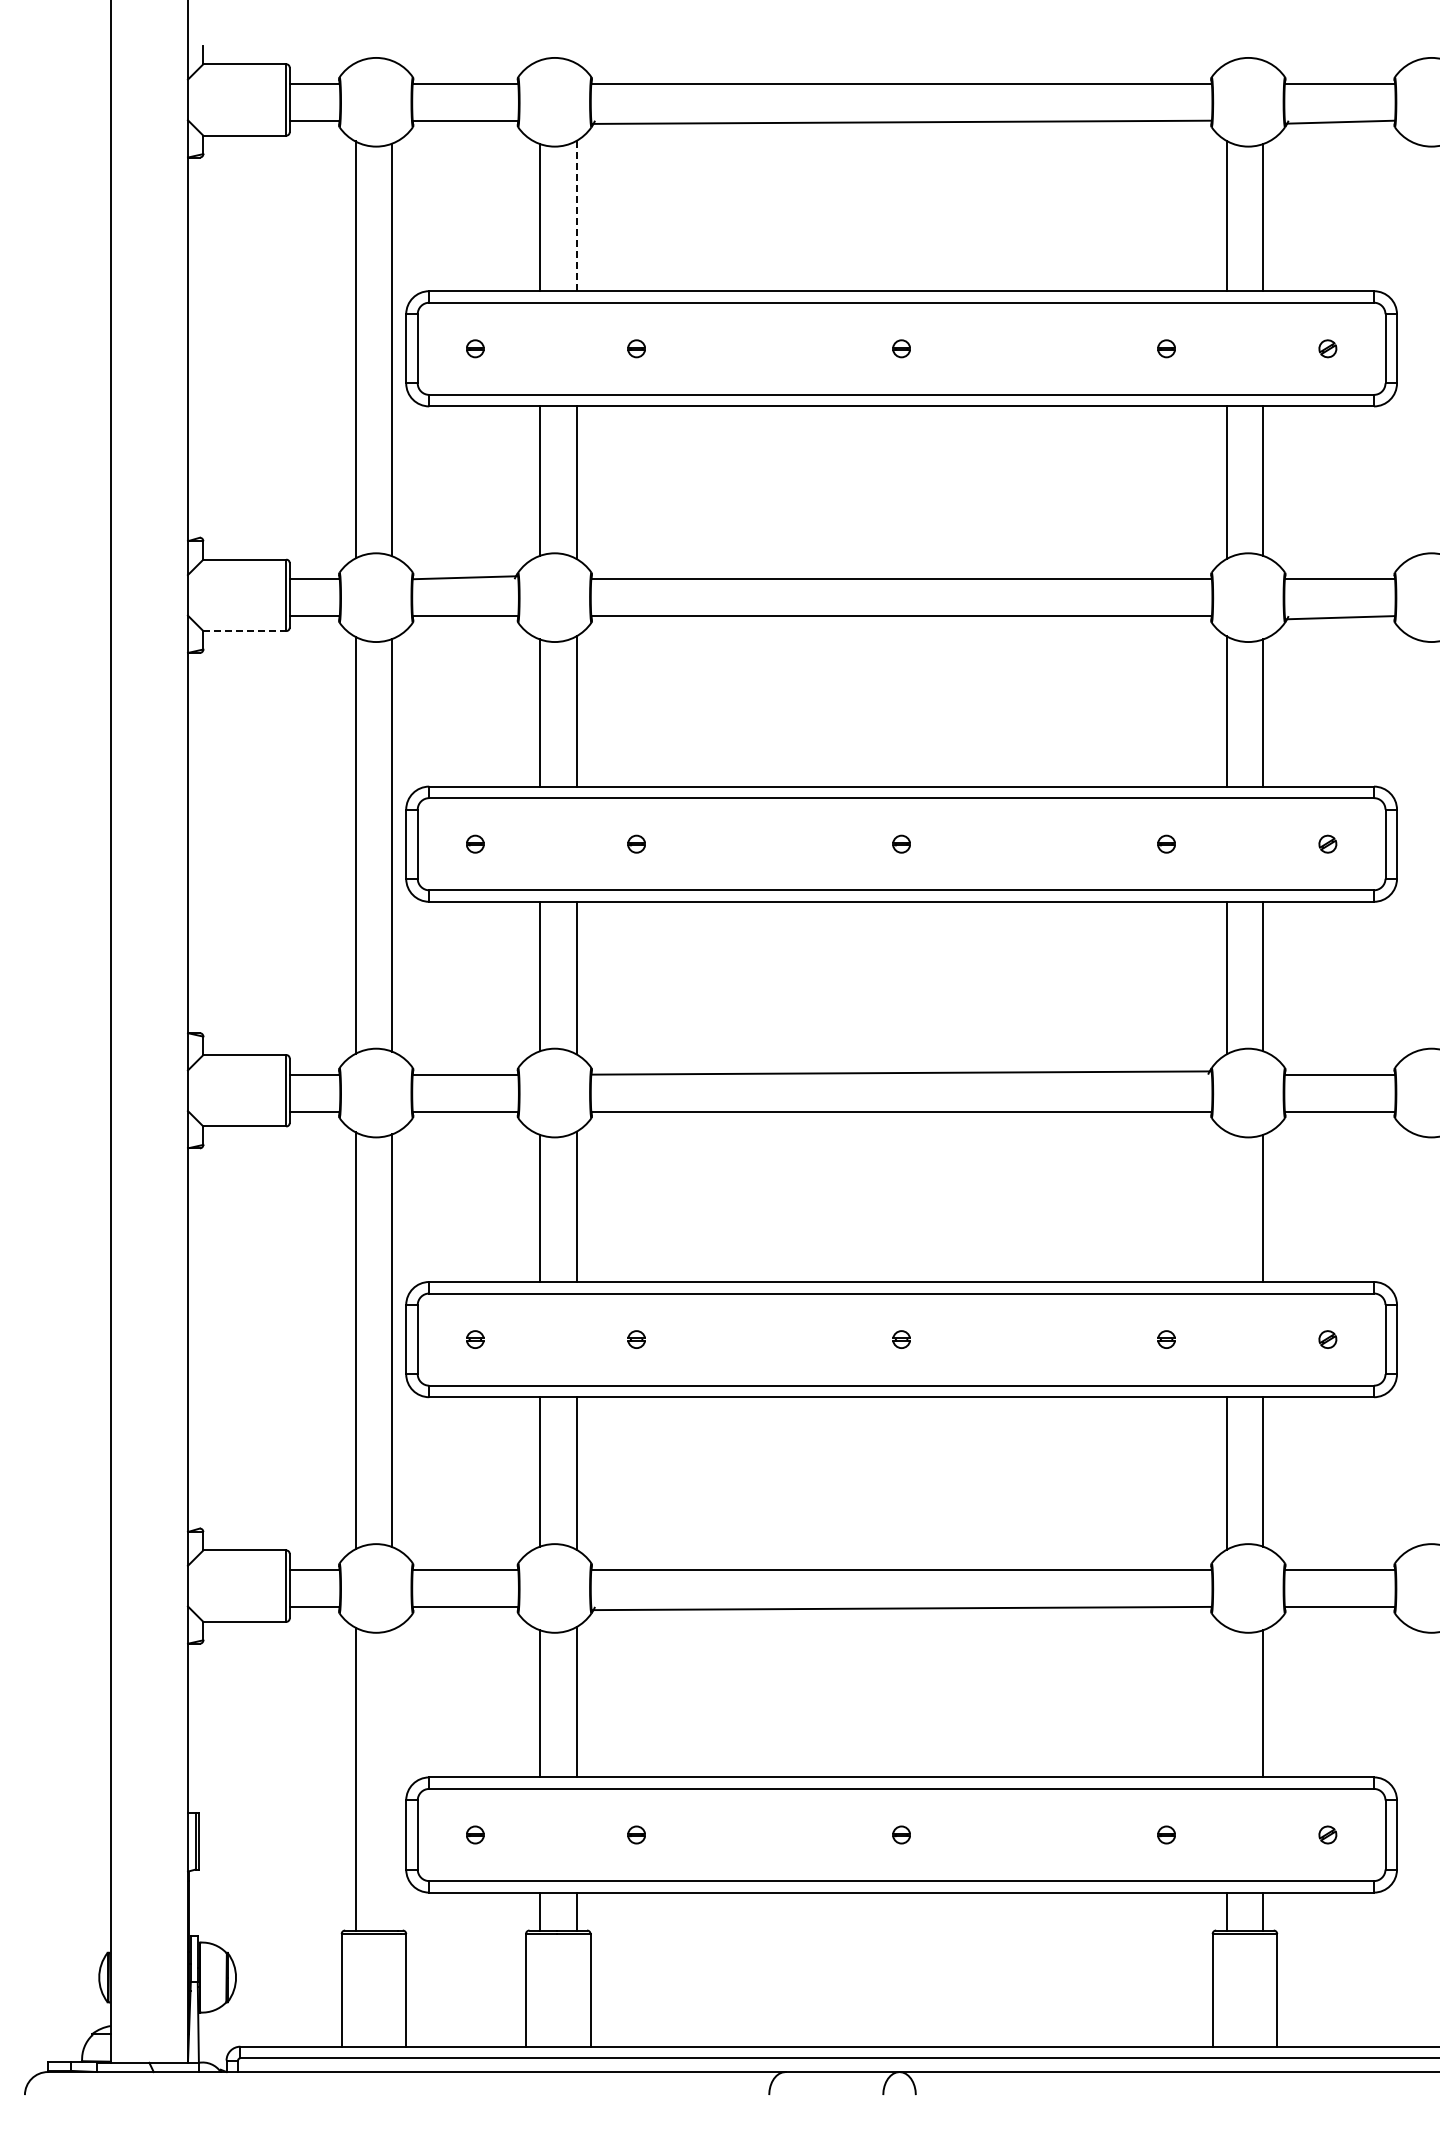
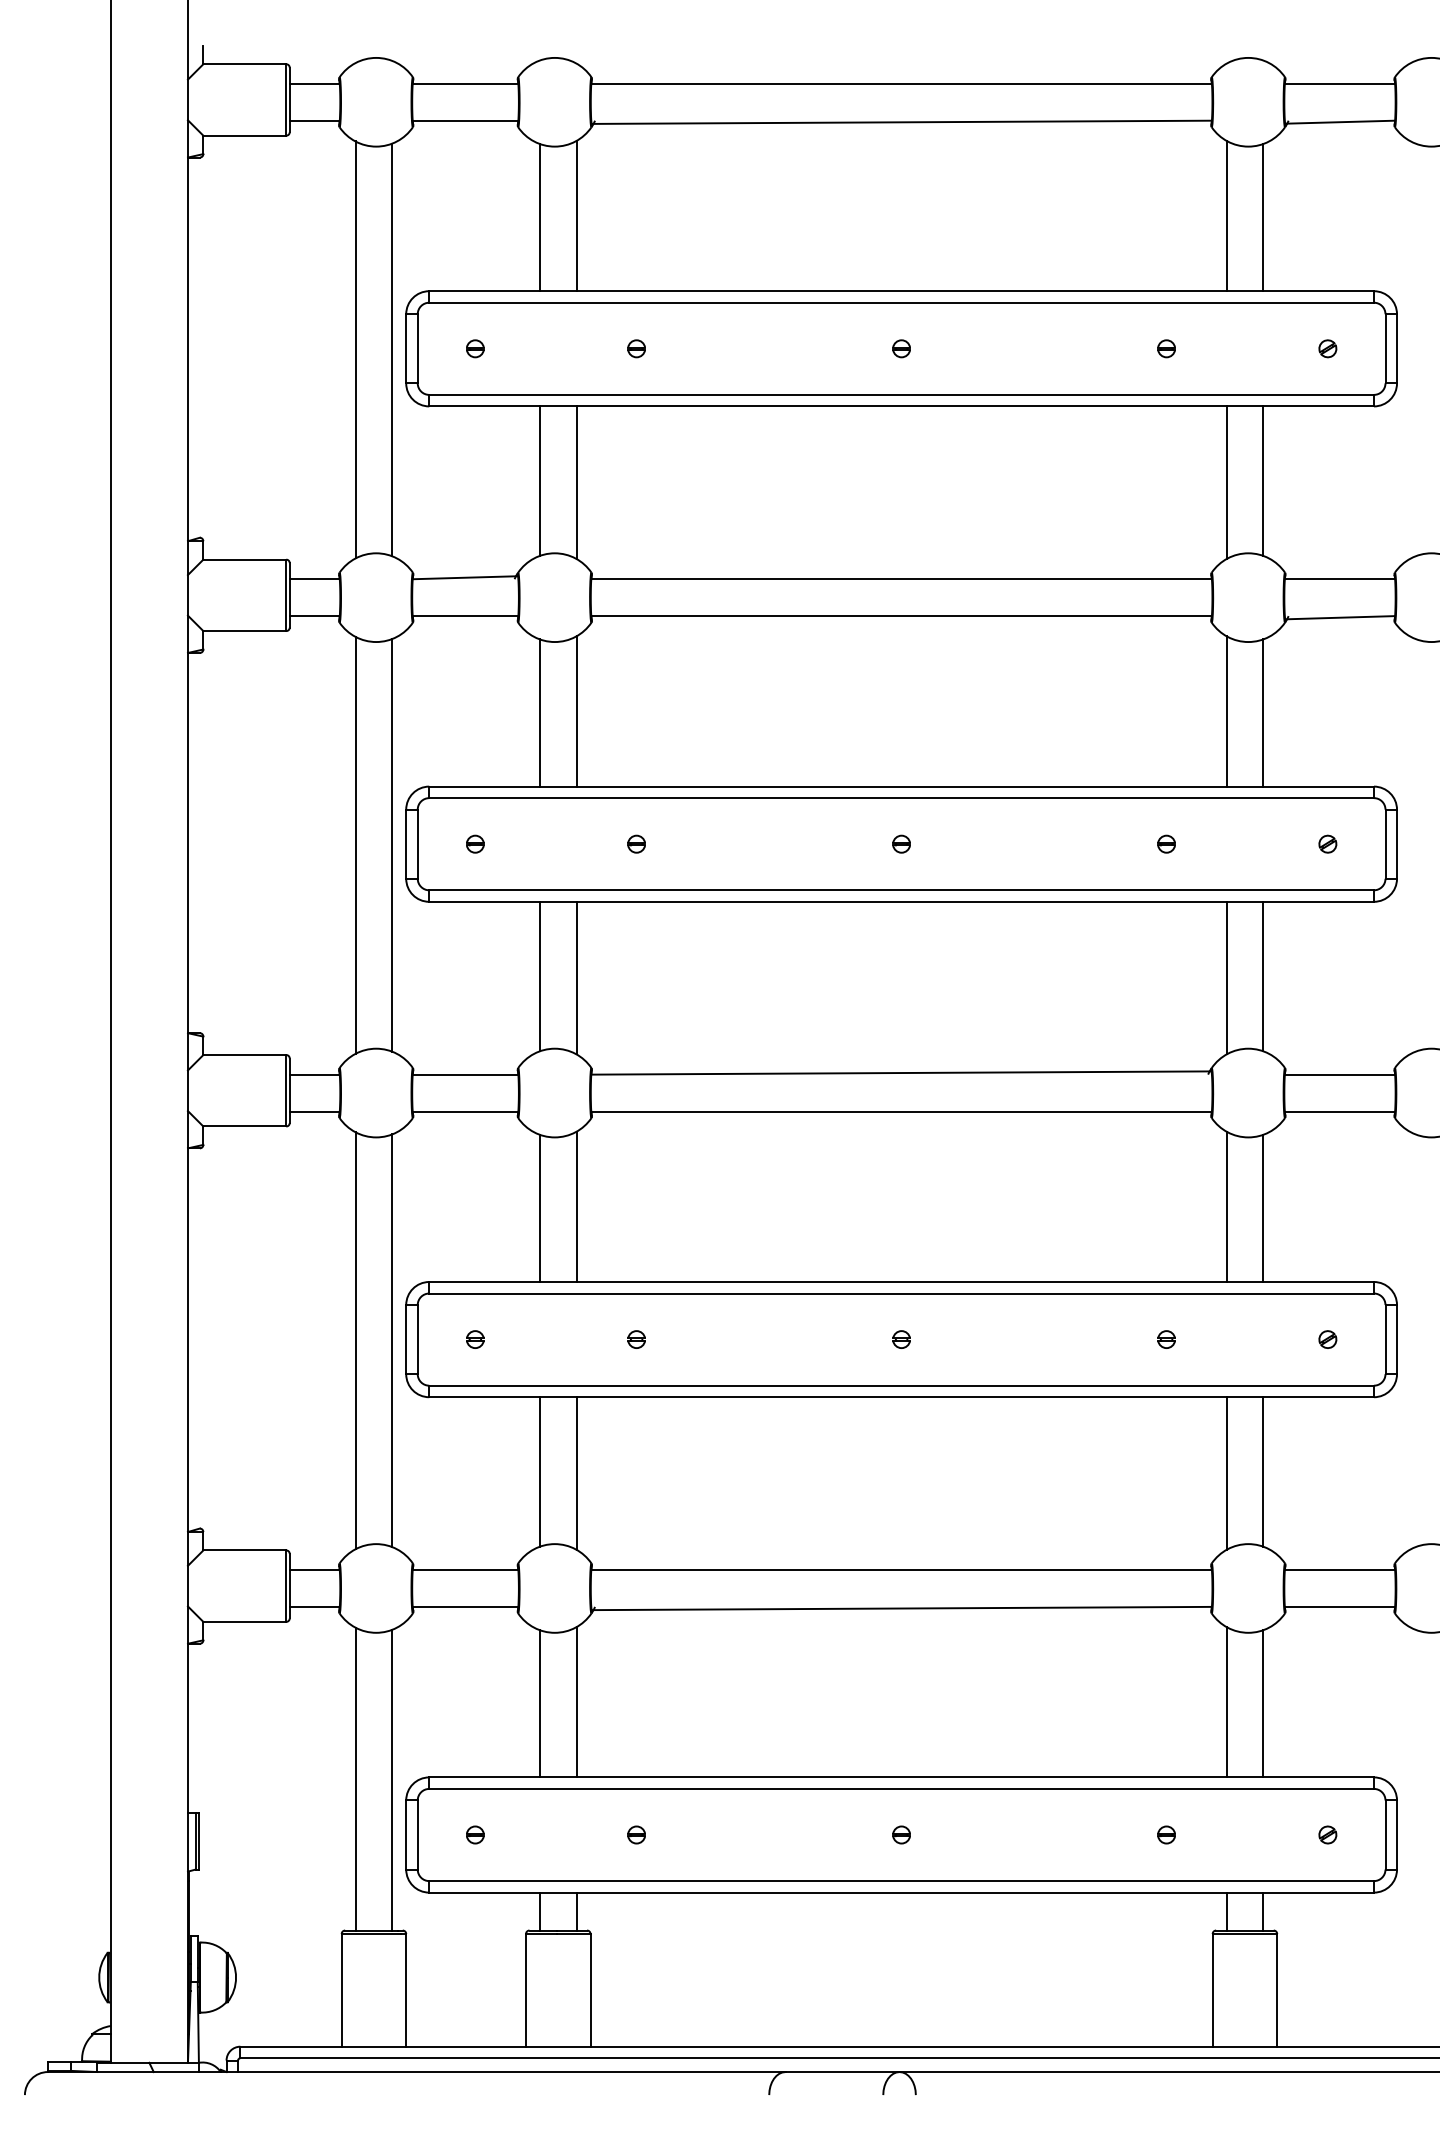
line at (576, 215): dashed -> solid
line at (245, 631): dashed -> solid
line at (1226, 1206): none -> present
line at (1226, 1702): none -> present
line at (392, 1779): none -> present
